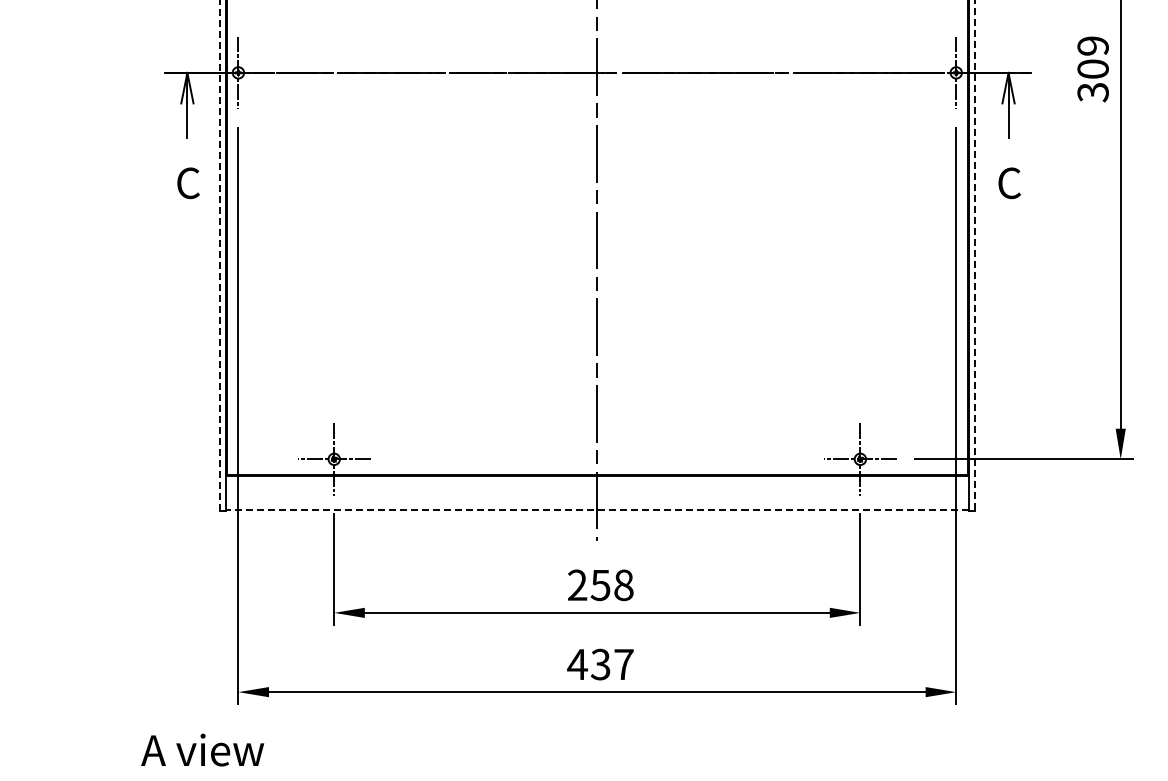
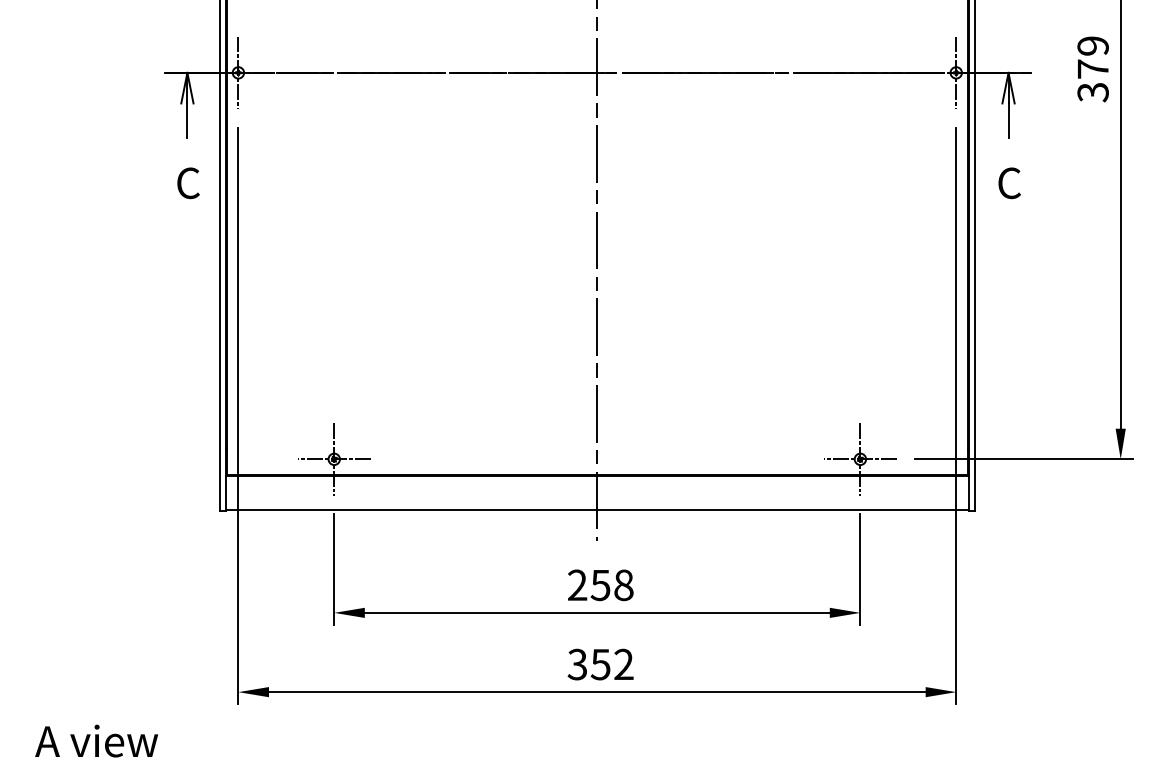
text at (1092, 68): 309 -> 379
line at (220, 255): dashed -> solid
line at (974, 256): dashed -> solid
line at (596, 510): dashed -> solid
text at (600, 664): 437 -> 352
text at (202, 749) position: (202, 749) -> (96, 740)
